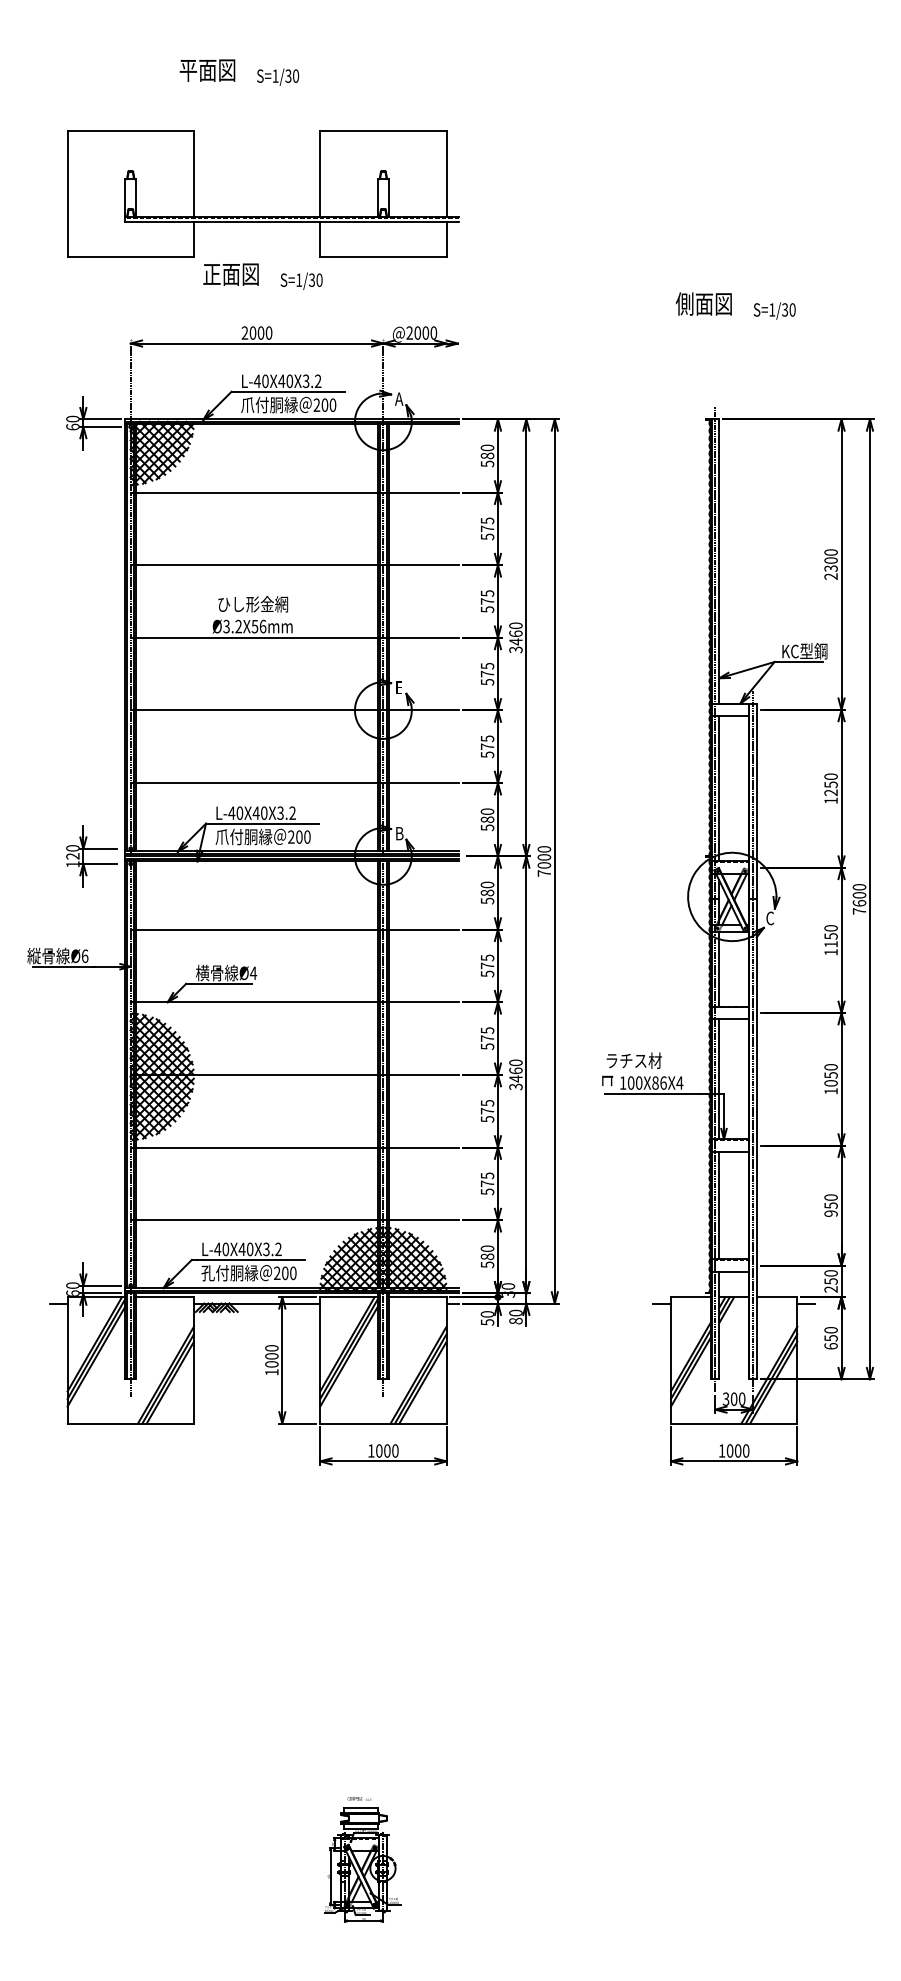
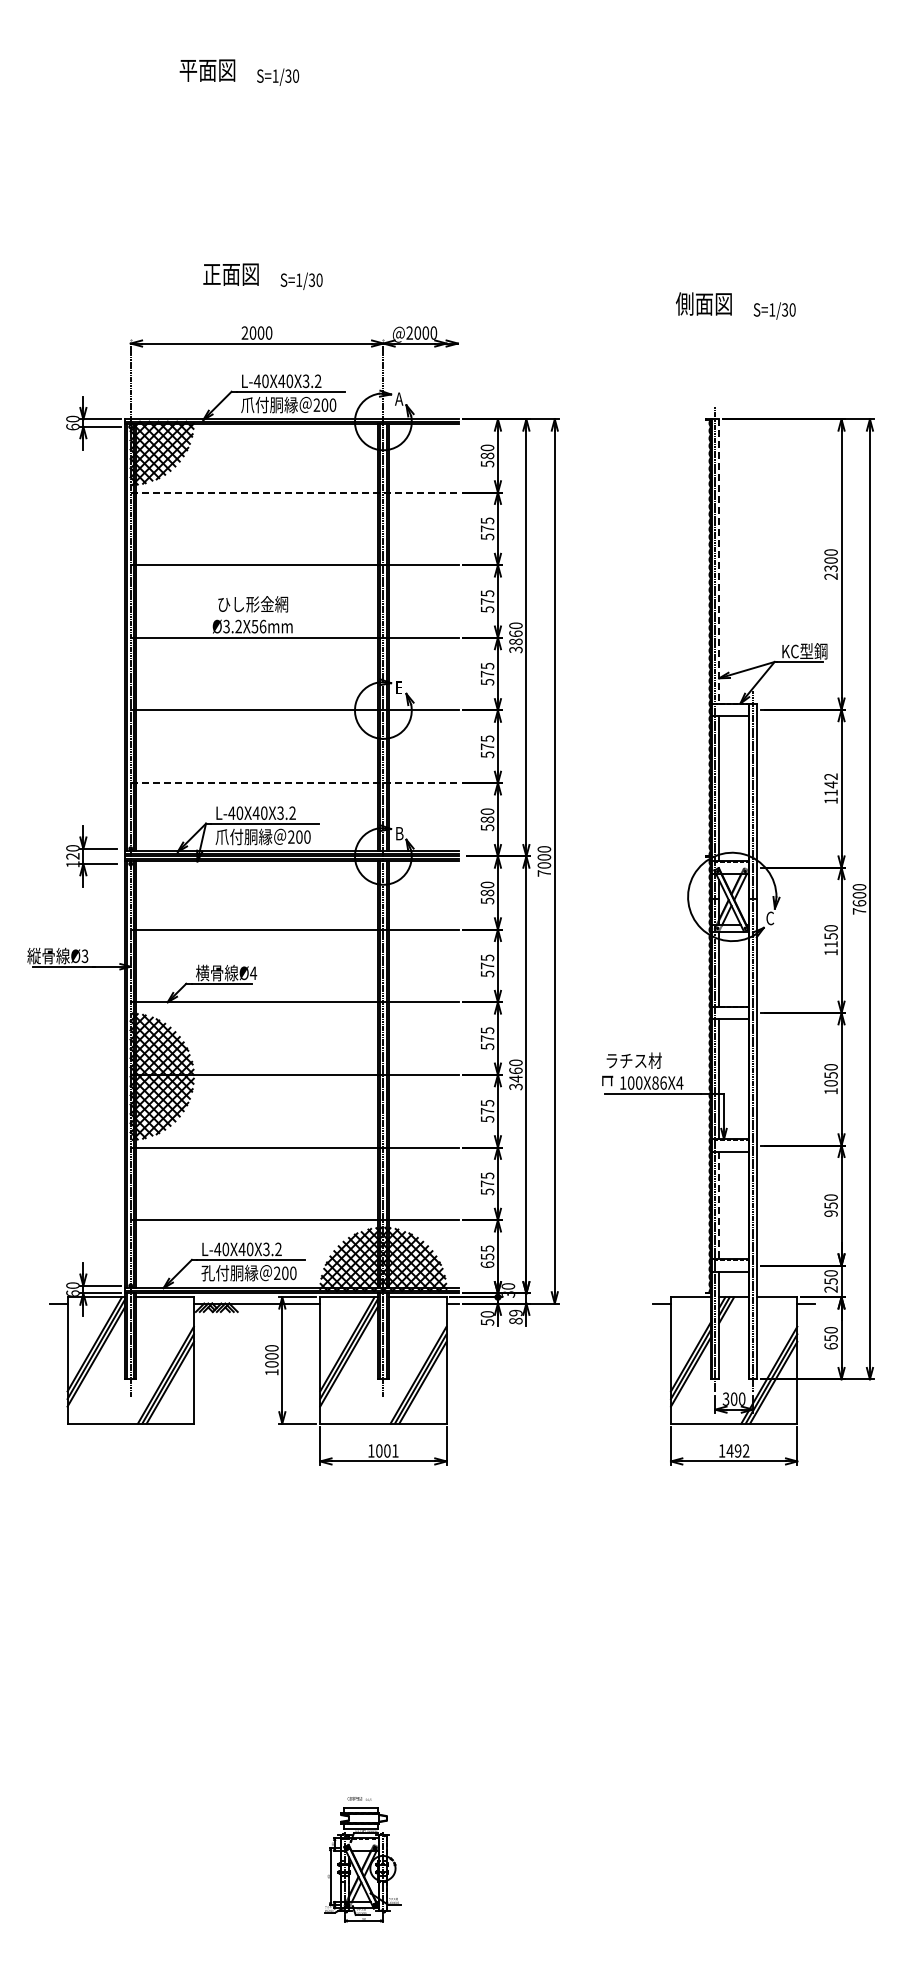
part at (263, 216): present -> none
line at (295, 492): solid -> dashed
line at (719, 561): solid -> dashed
text at (515, 641): 3460 -> 3860
line at (295, 783): solid -> dashed
text at (830, 784): 1250 -> 1142
text at (84, 955): Ø6 -> Ø3
line at (719, 1205): solid -> dashed
text at (487, 1256): 580 -> 655
text at (515, 1312): 80 -> 89
text at (395, 1450): 1000 -> 1001
text at (737, 1450): 1000 -> 1492
